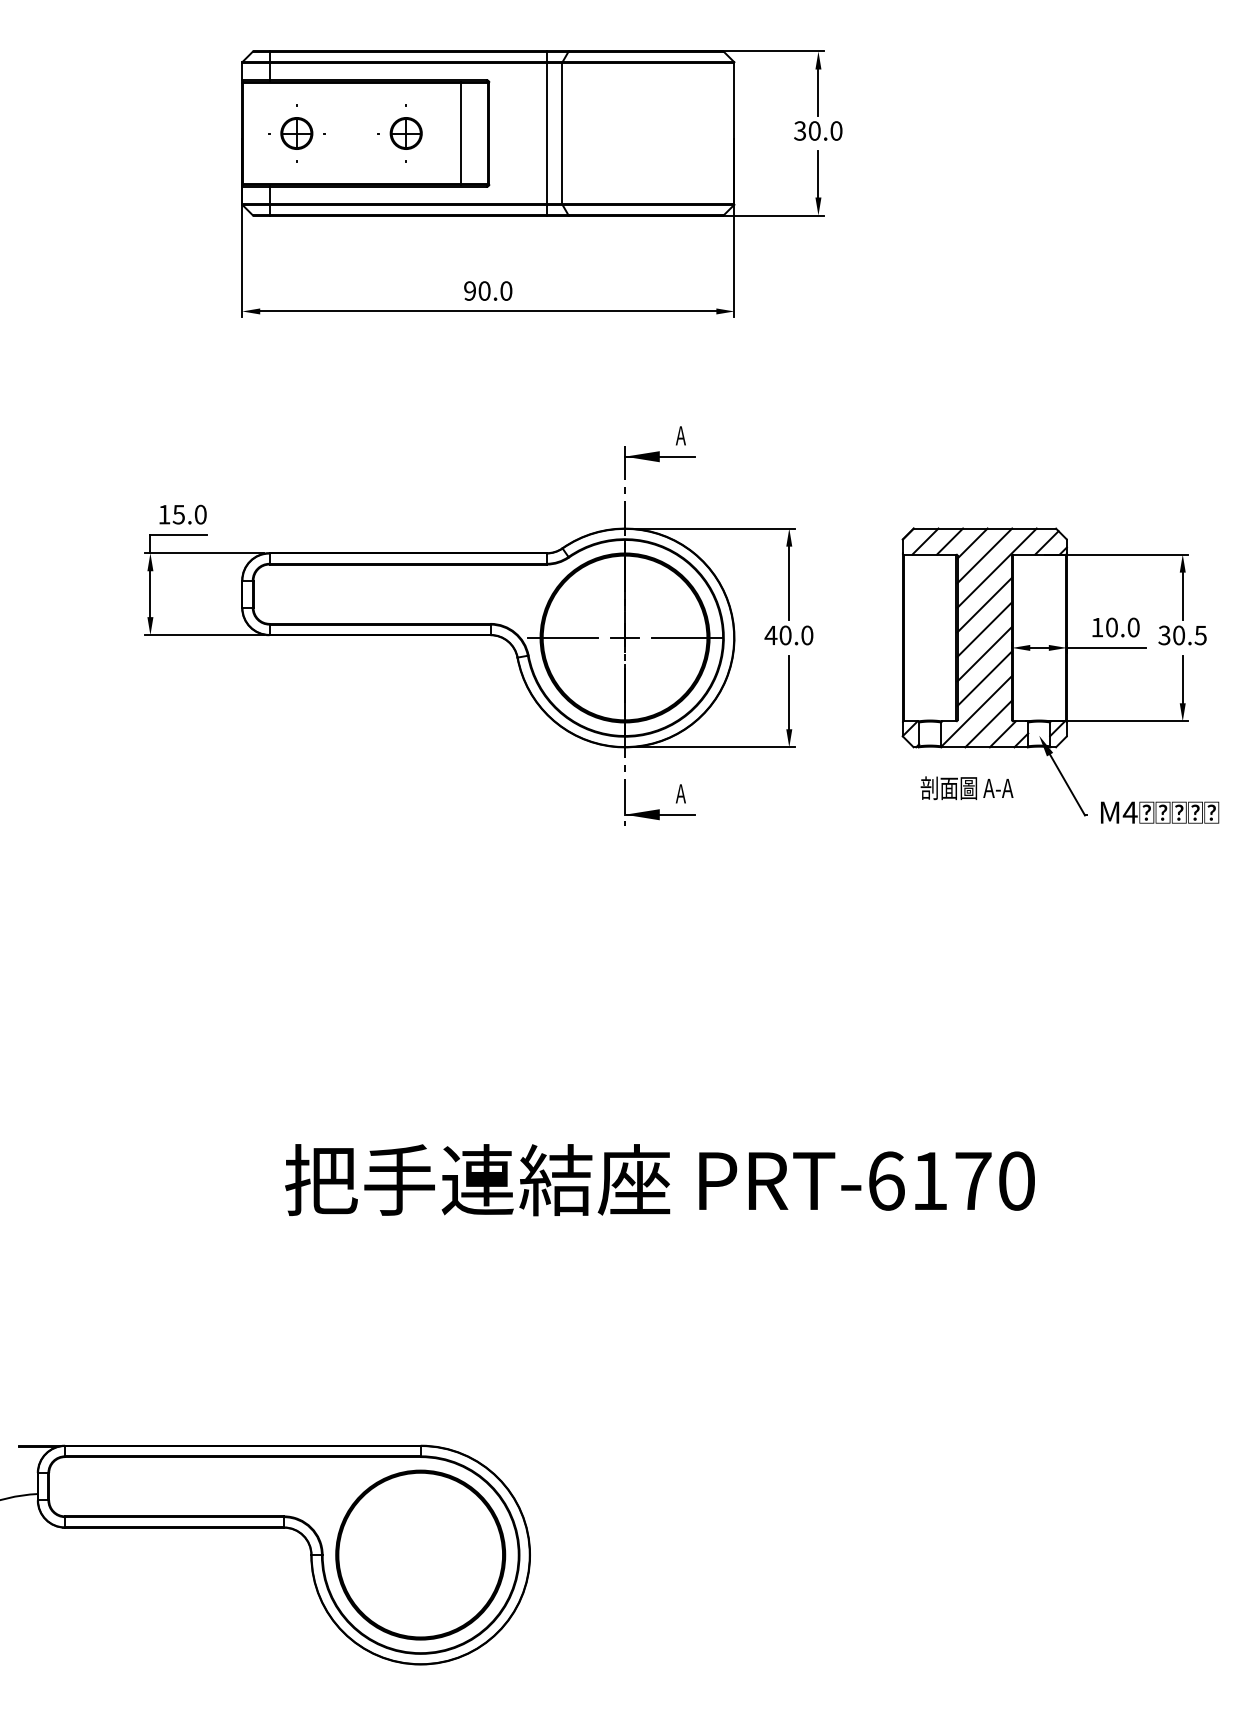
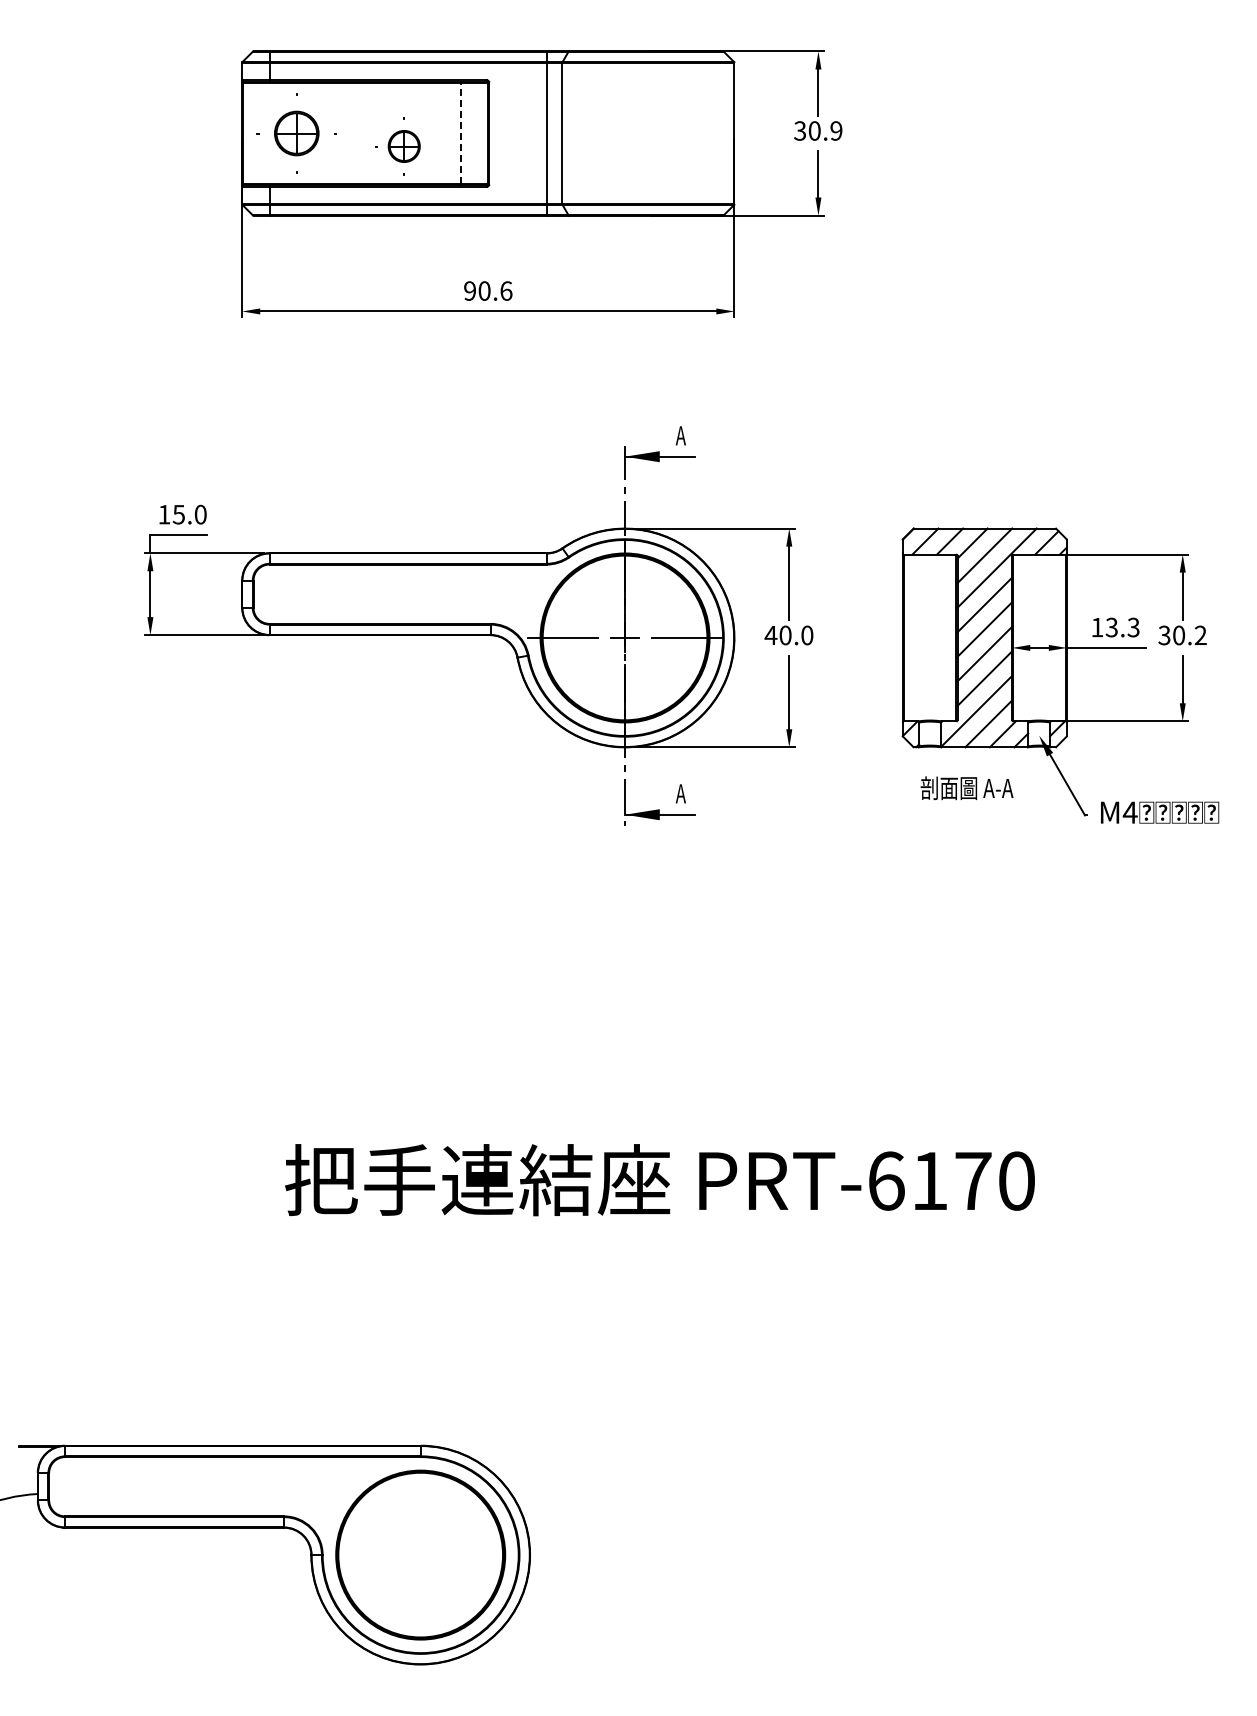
text at (836, 130): 30.0 -> 30.9
part at (296, 133) size: 58x59 px -> 81x81 px
part at (399, 133) position: (399, 133) -> (397, 146)
line at (460, 133): solid -> dashed
text at (506, 290): 90.0 -> 90.6
text at (1122, 627): 10.0 -> 13.3
text at (1200, 635): 30.5 -> 30.2
